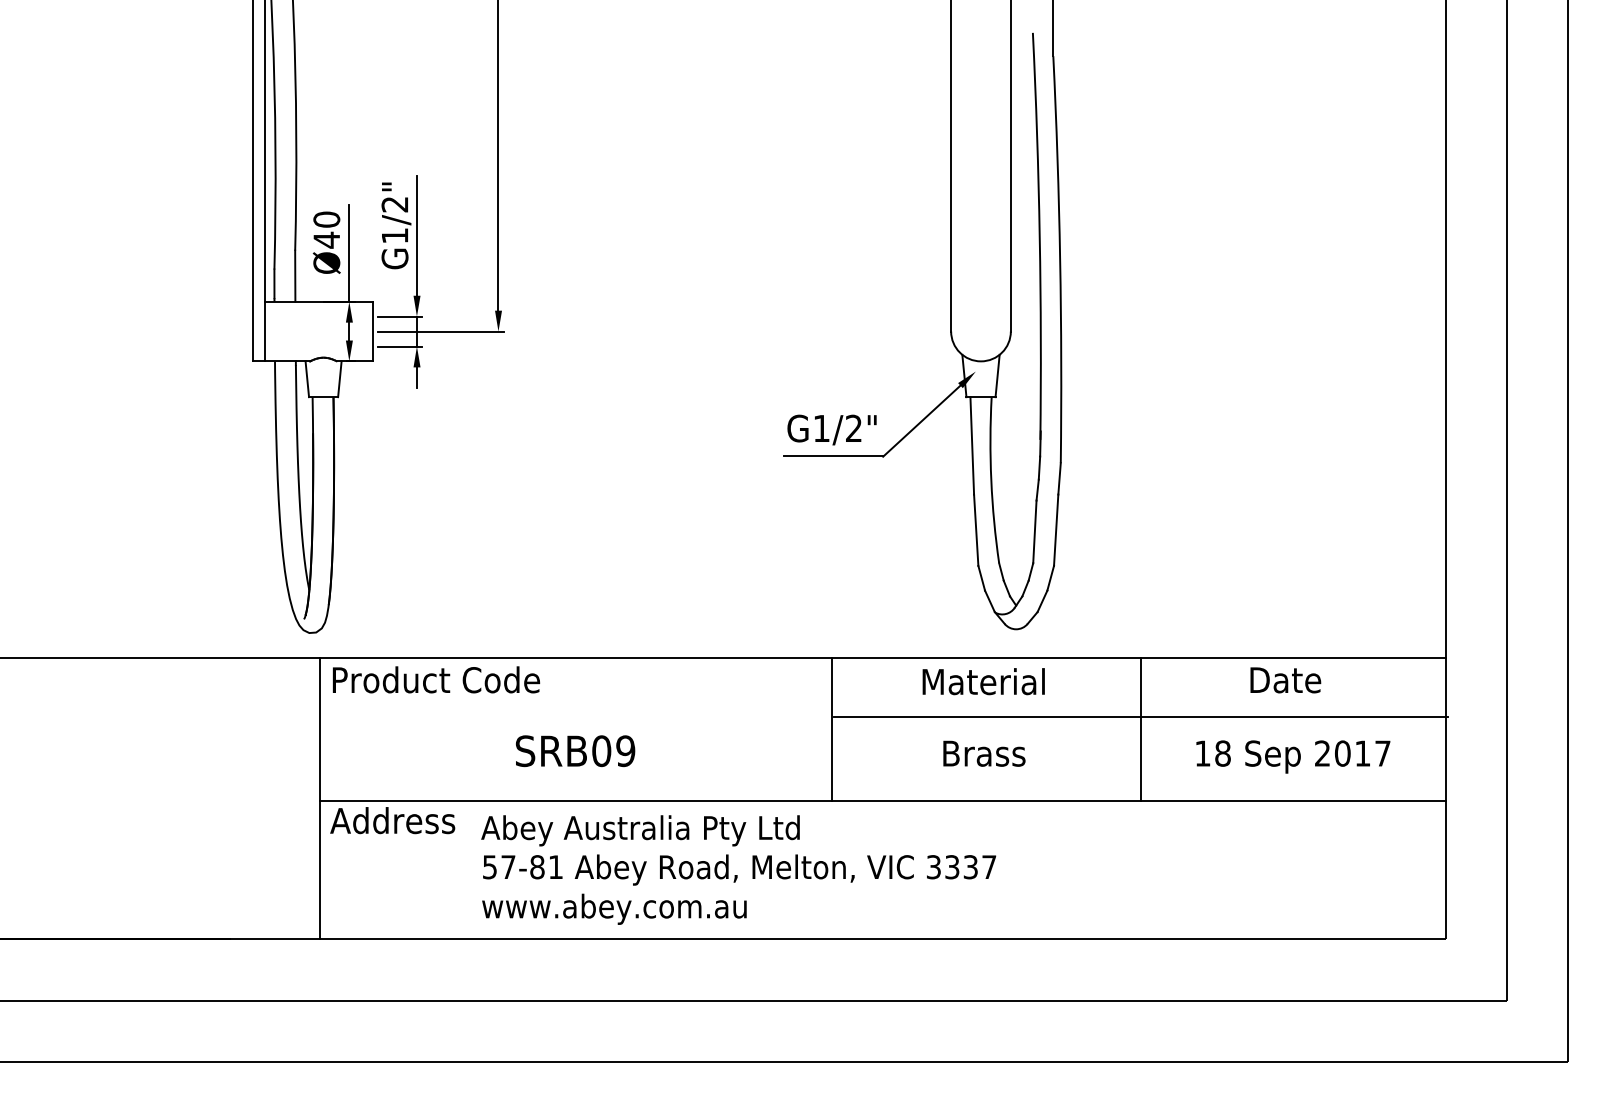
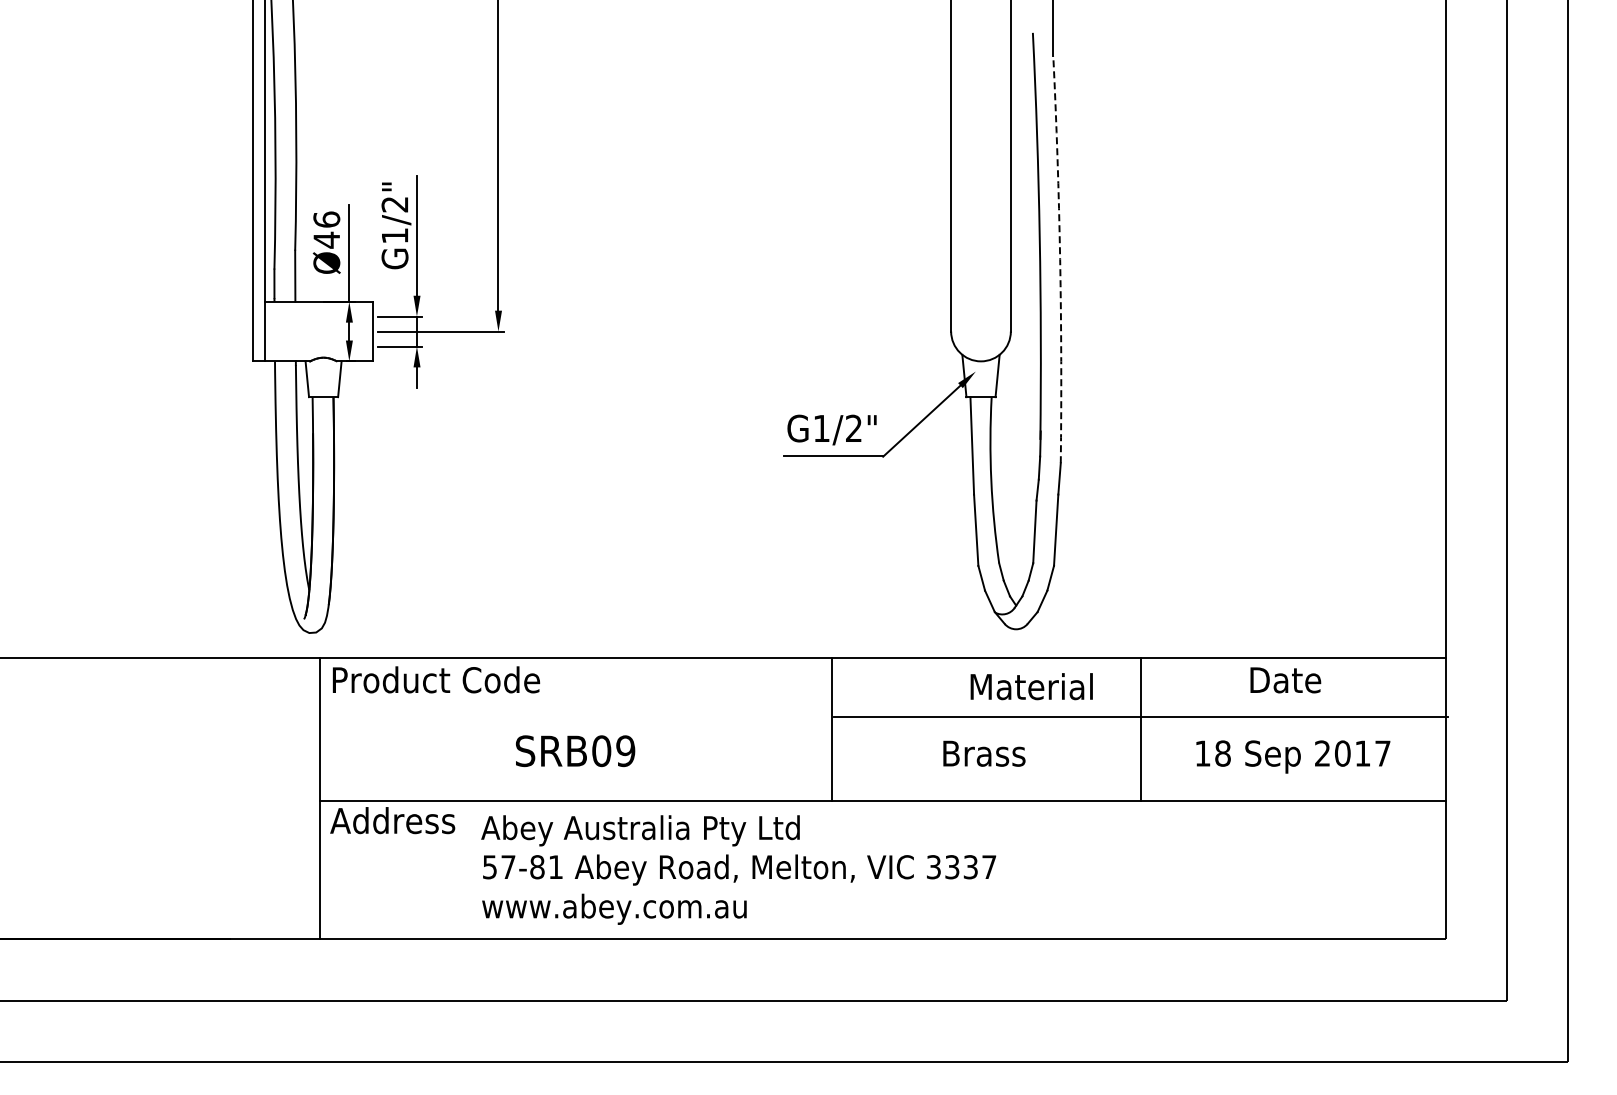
text at (326, 219): Ø40 -> Ø46
arc at (1060, 259): solid -> dashed
text at (983, 681) position: (983, 681) -> (1031, 686)
